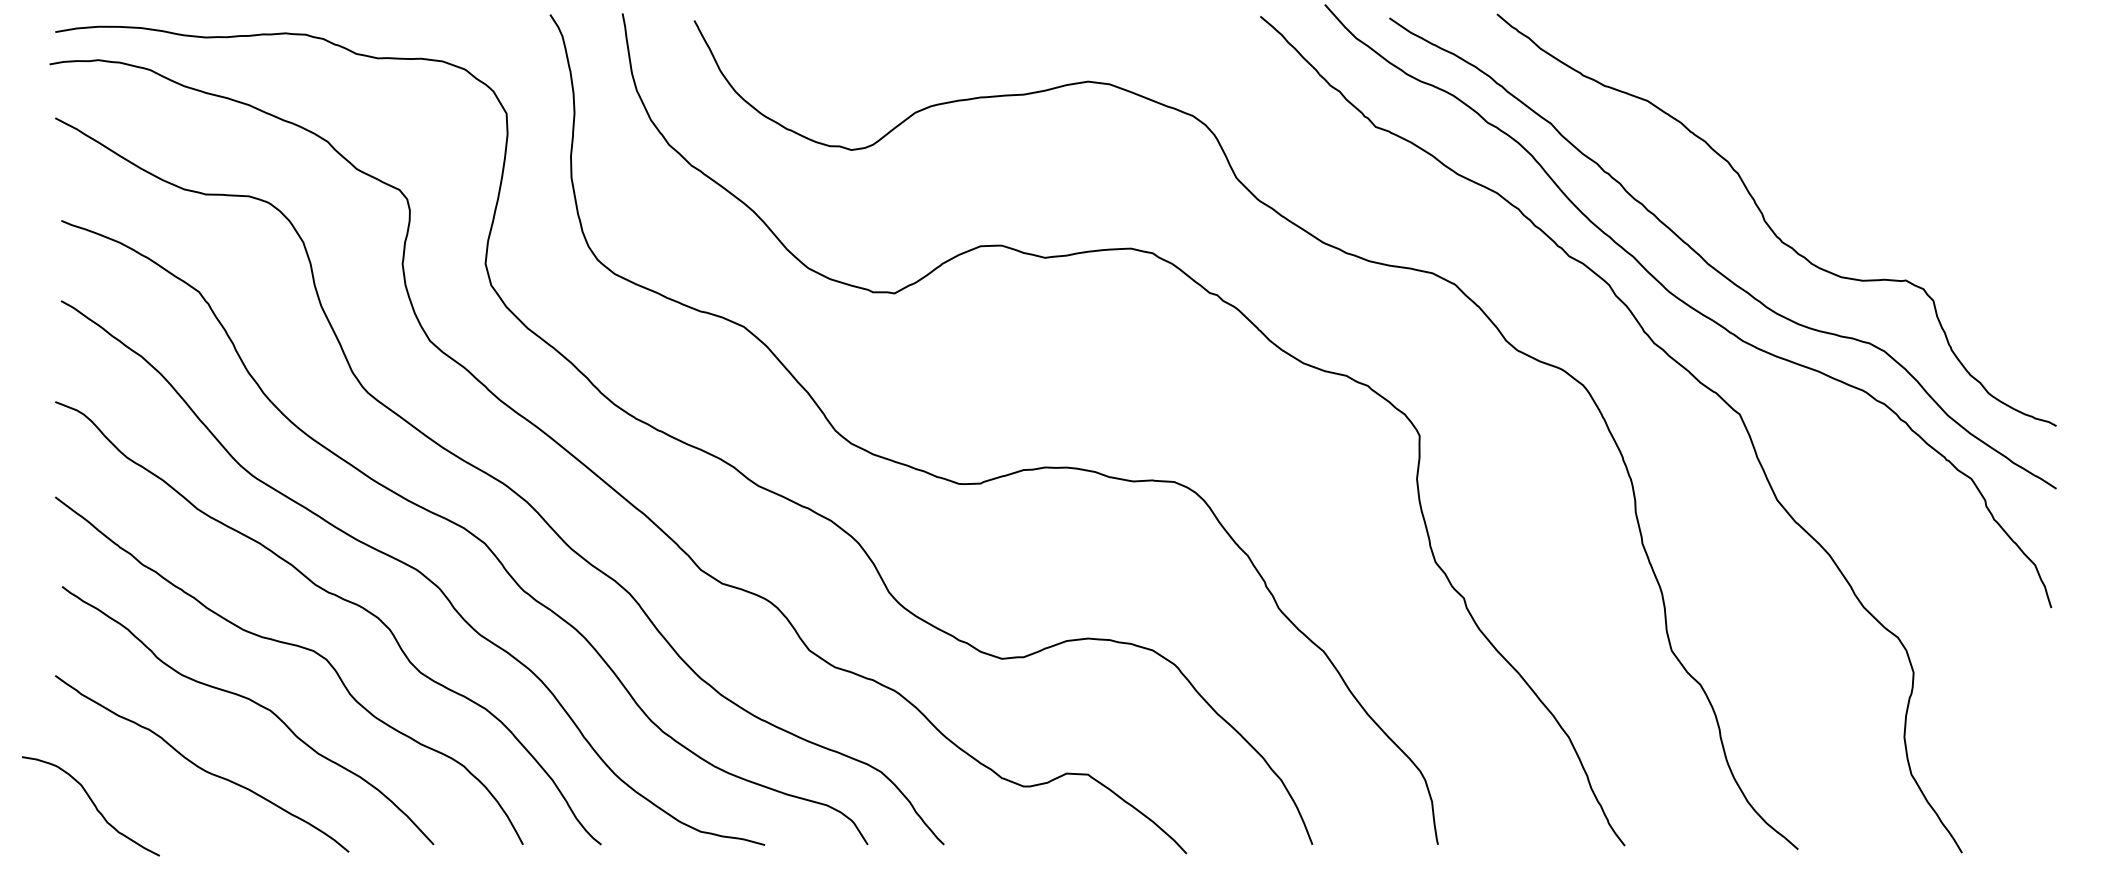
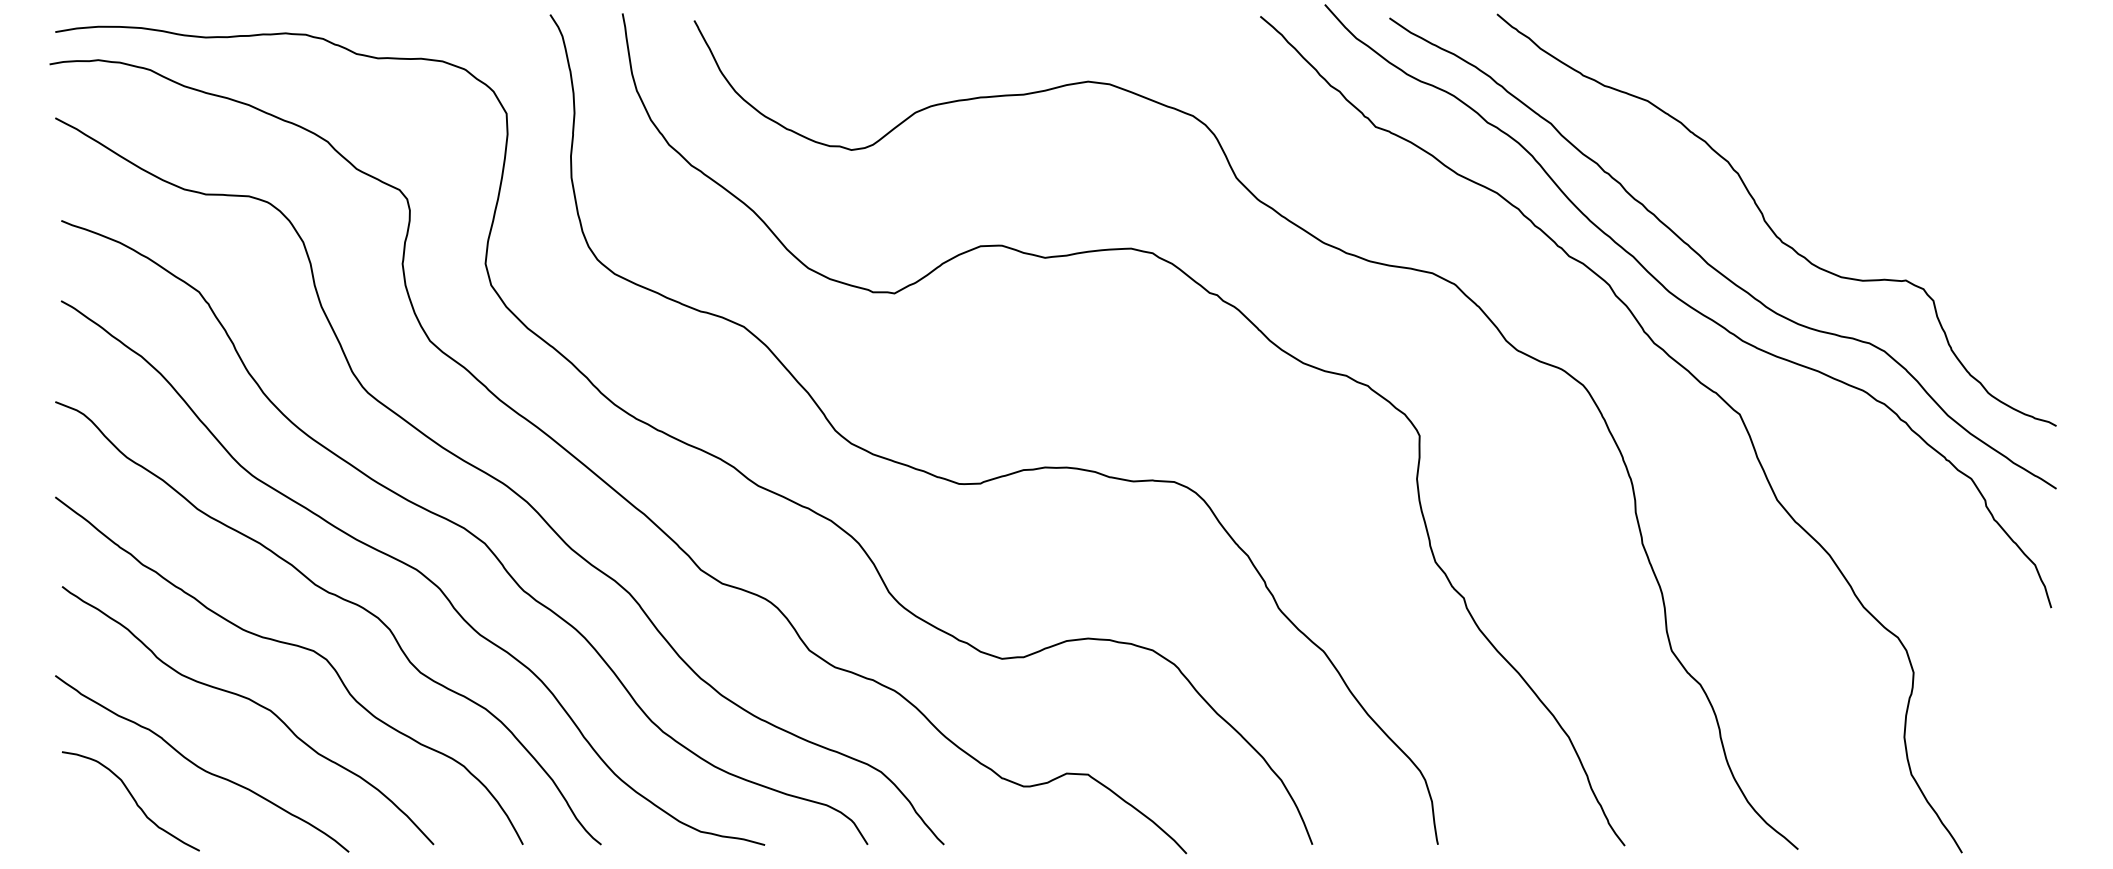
curve at (93, 805) position: (93, 805) -> (133, 800)
